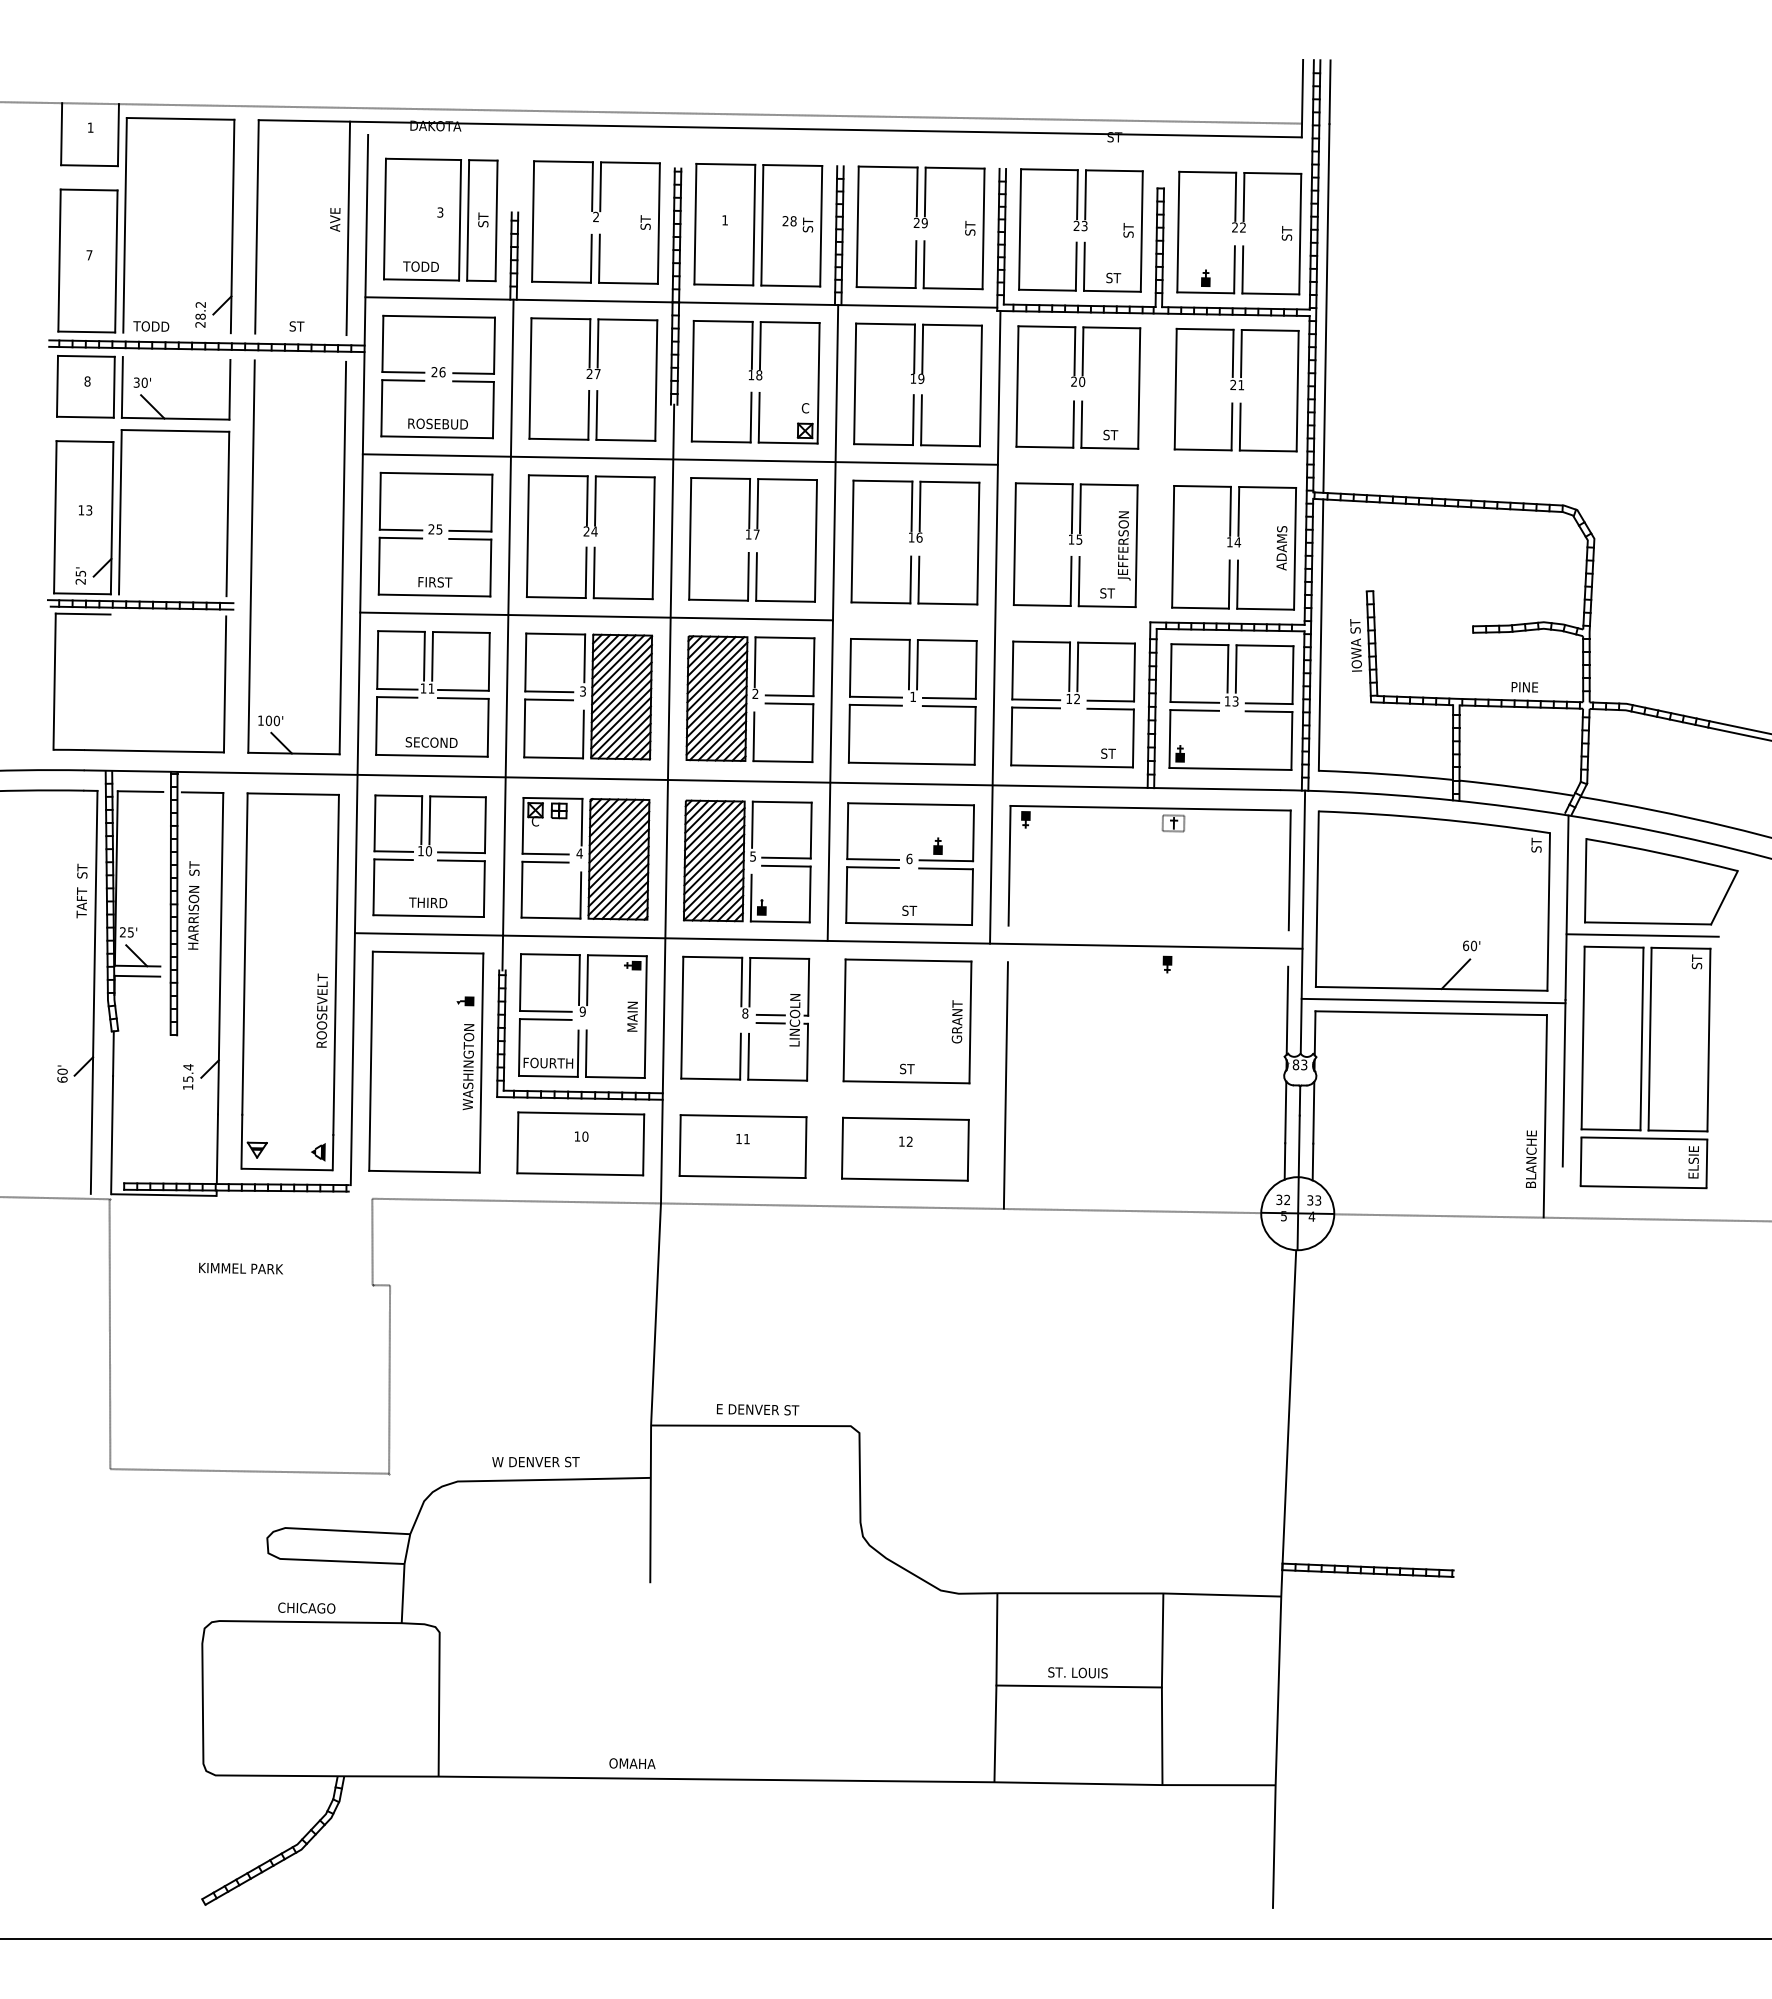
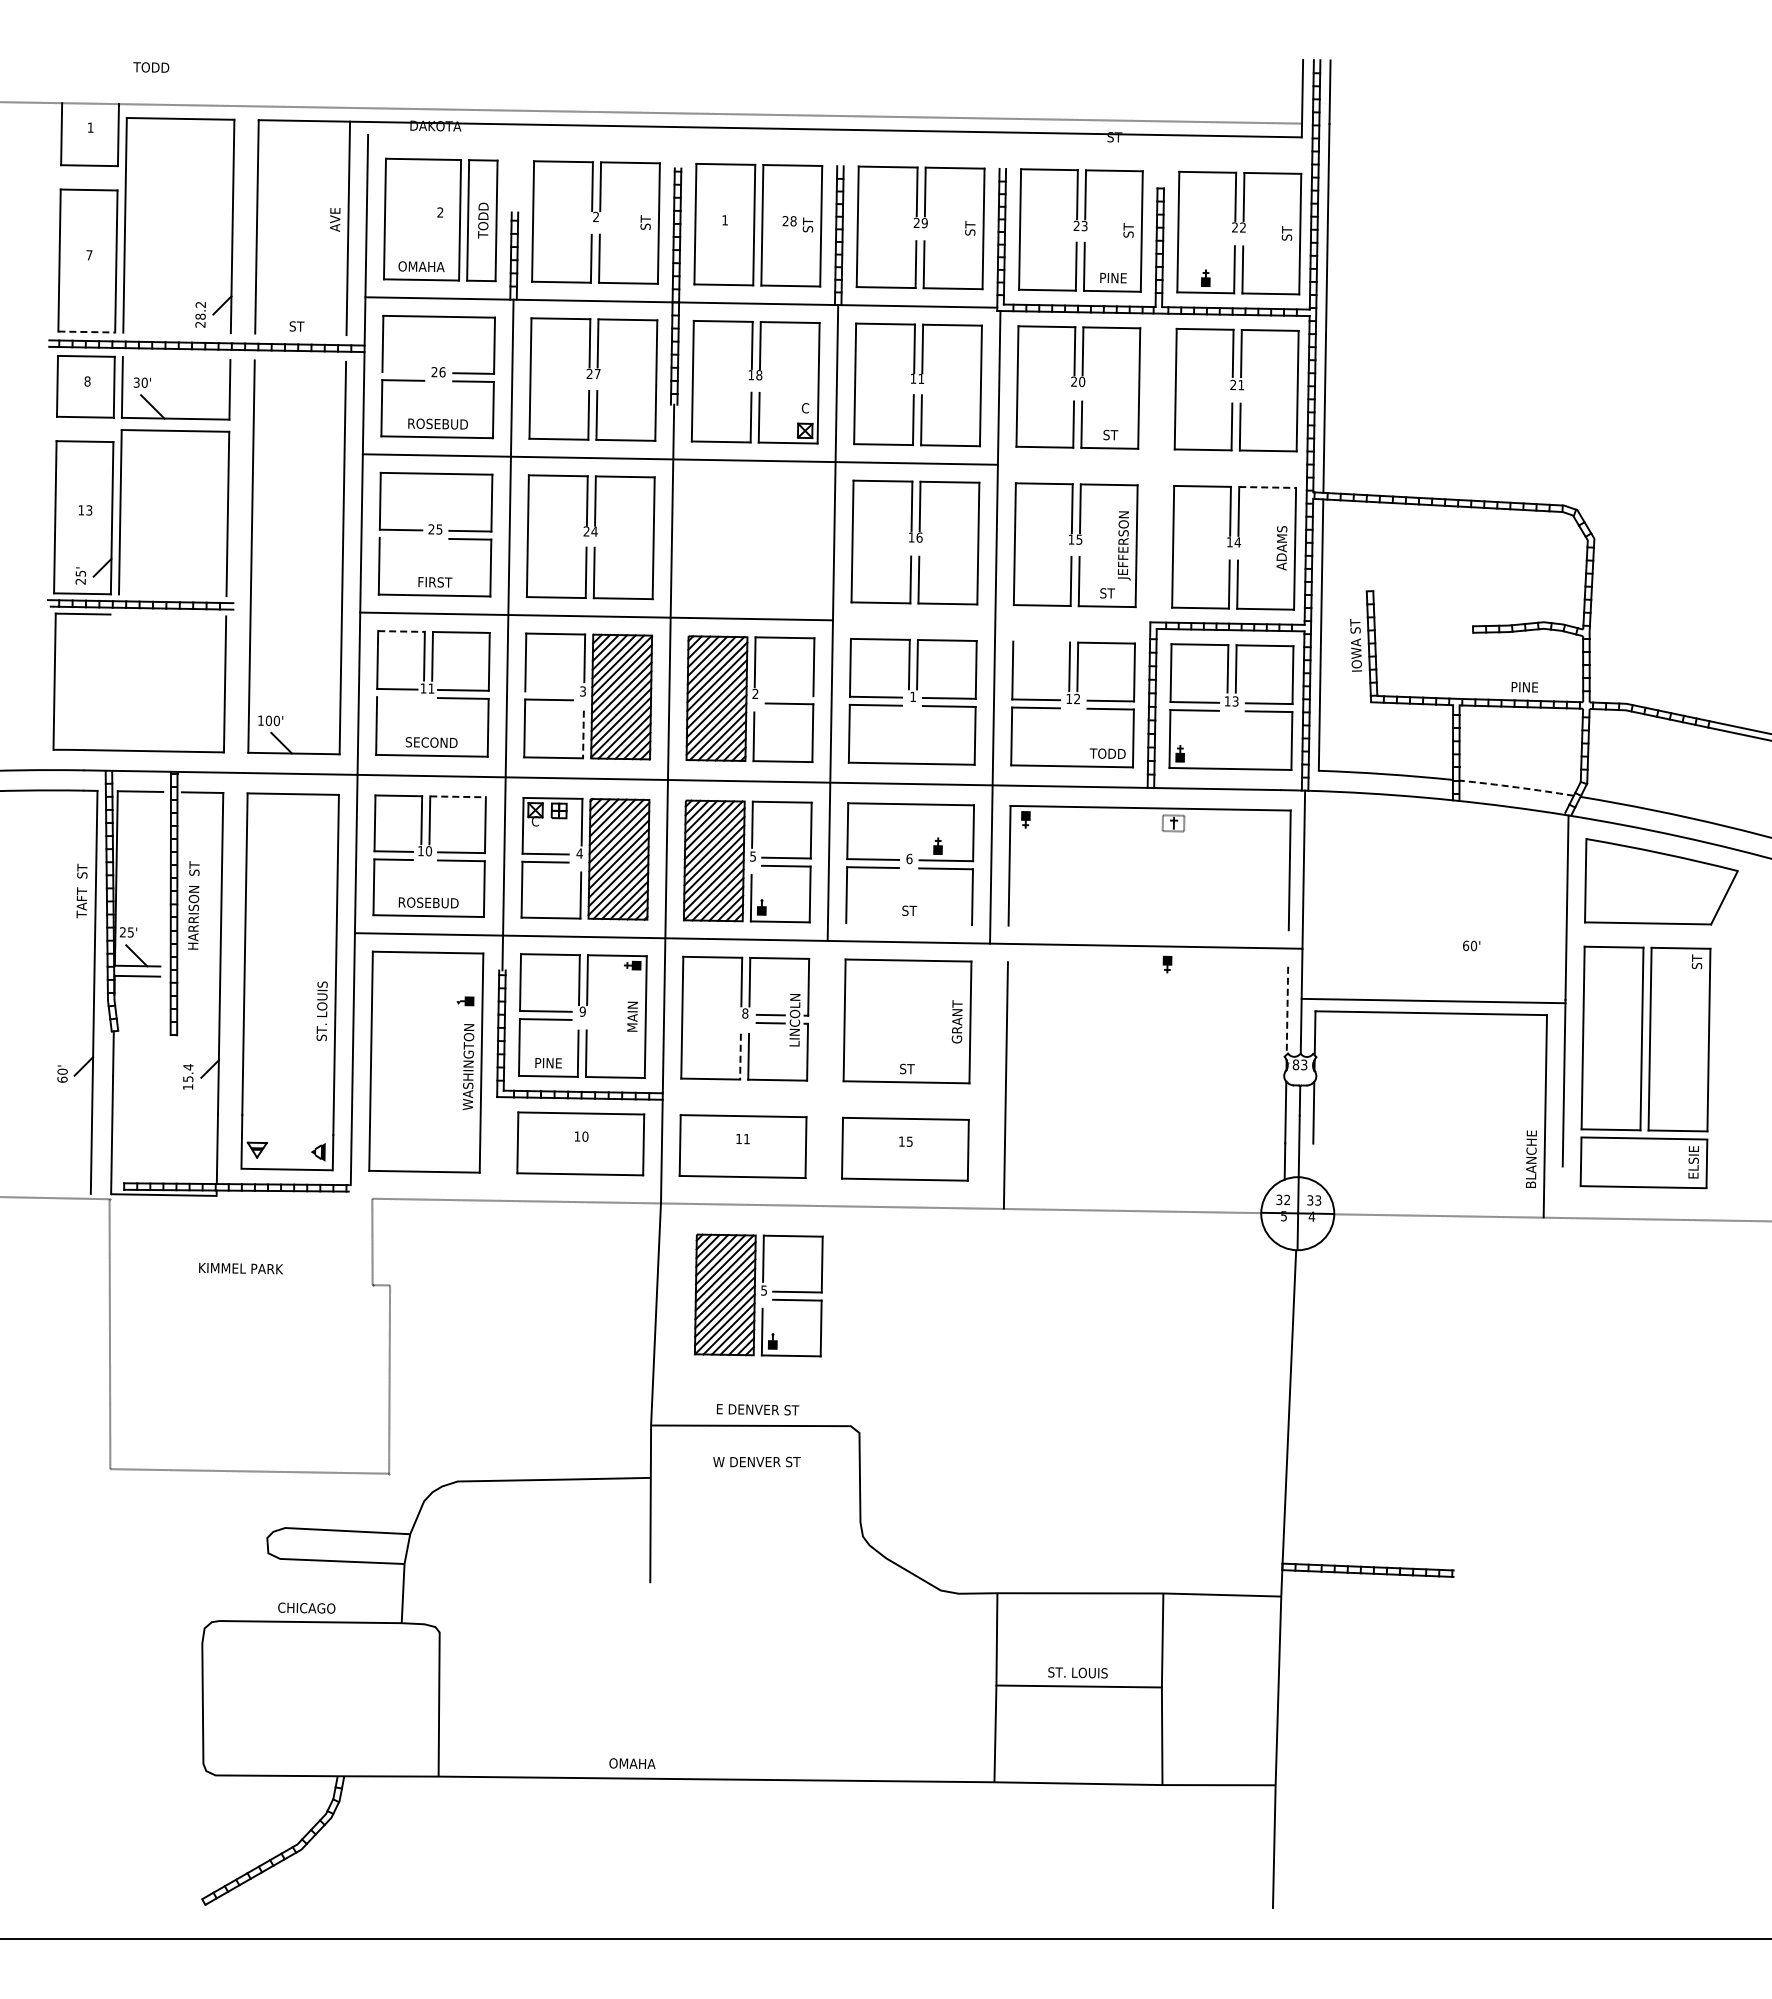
text at (440, 212): 3 -> 2
text at (483, 220): ST -> TODD
text at (421, 266): TODD -> OMAHA
text at (1113, 277): ST -> PINE
text at (151, 326) position: (151, 326) -> (151, 67)
line at (87, 332): solid -> dashed
line at (403, 372): present -> none
text at (921, 378): 19 -> 11
line at (1268, 487): solid -> dashed
line at (400, 537): present -> none
part at (752, 539): present -> none
line at (402, 631): solid -> dashed
line at (1041, 641): present -> none
line at (549, 691): present -> none
line at (789, 695): present -> none
line at (397, 697): present -> none
line at (583, 734): solid -> dashed
text at (1107, 753): ST -> TODD
arc at (1516, 787): solid -> dashed
line at (458, 796): solid -> dashed
part at (1432, 900): present -> none
text at (428, 902): THIRD -> ROSEBUD
line at (909, 923): present -> none
line at (1642, 935): present -> none
text at (321, 1010): ROOSEVELT -> ST. LOUIS
line at (1287, 1010): solid -> dashed
line at (740, 1056): solid -> dashed
text at (548, 1062): FOURTH -> PINE
text at (909, 1141): 12 -> 15
line at (1312, 1161): present -> none
part at (758, 1295): none -> present
text at (535, 1461) position: (535, 1461) -> (756, 1461)
